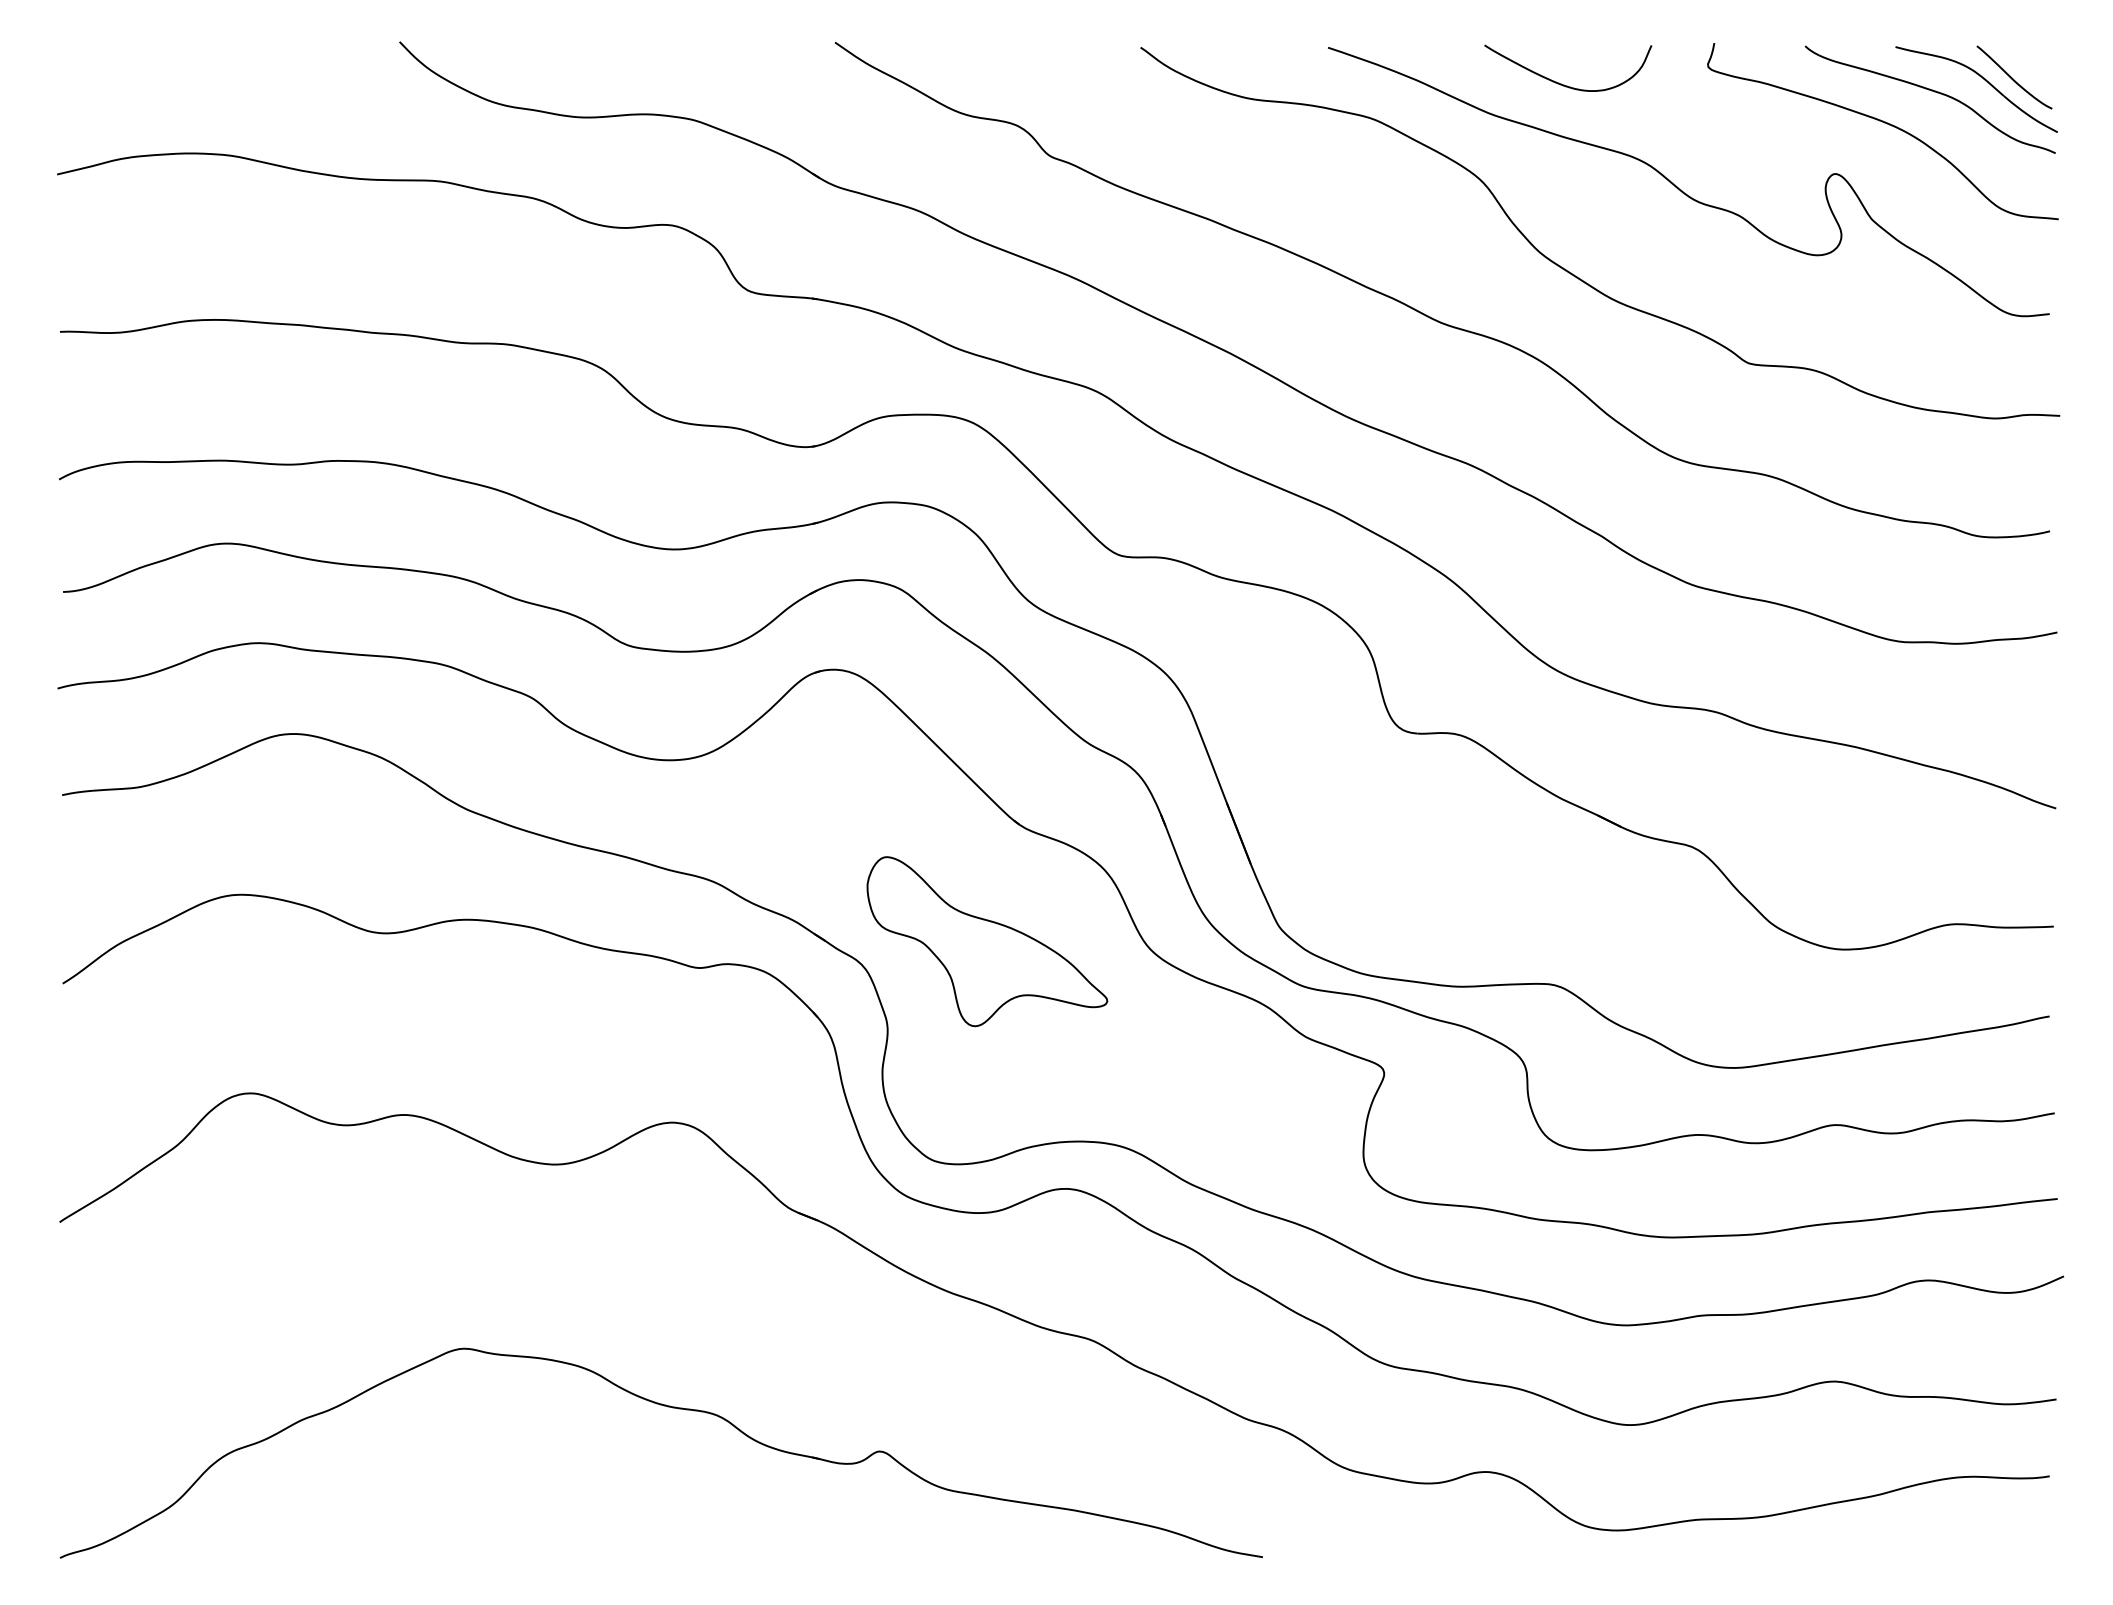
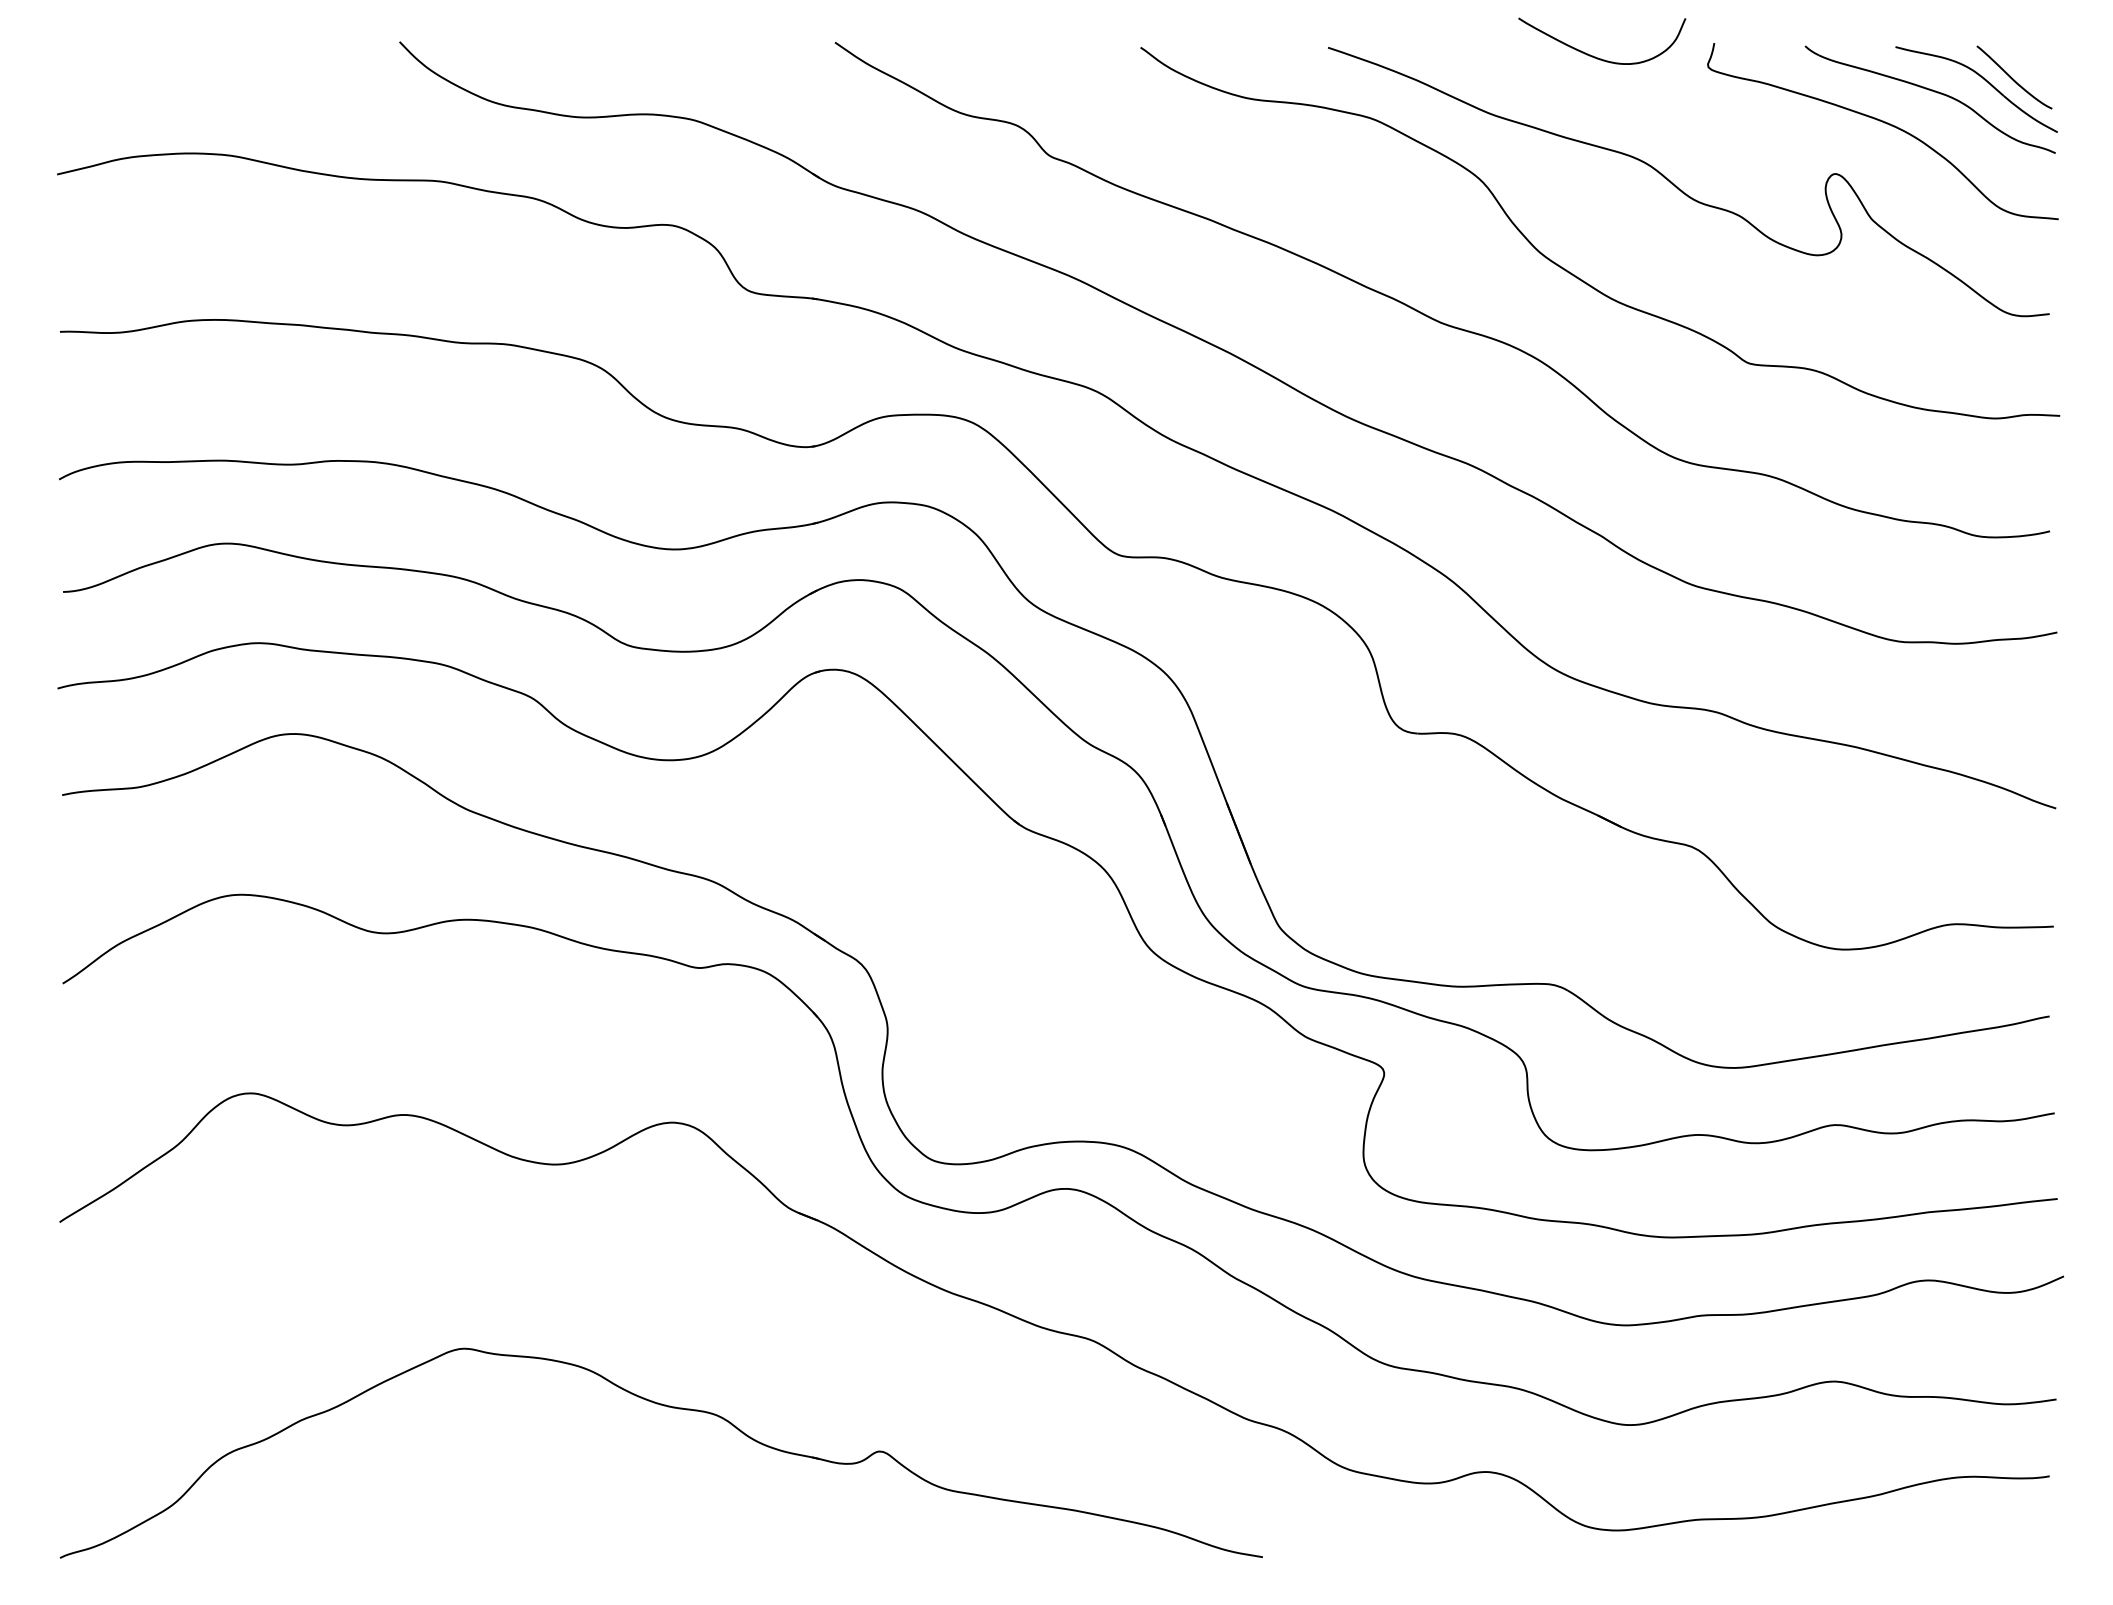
curve at (1561, 83) position: (1561, 83) -> (1595, 56)
part at (987, 941): present -> none
